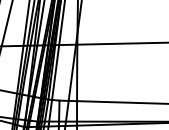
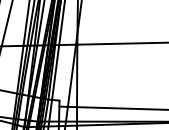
line at (112, 101) position: (112, 101) -> (112, 107)
